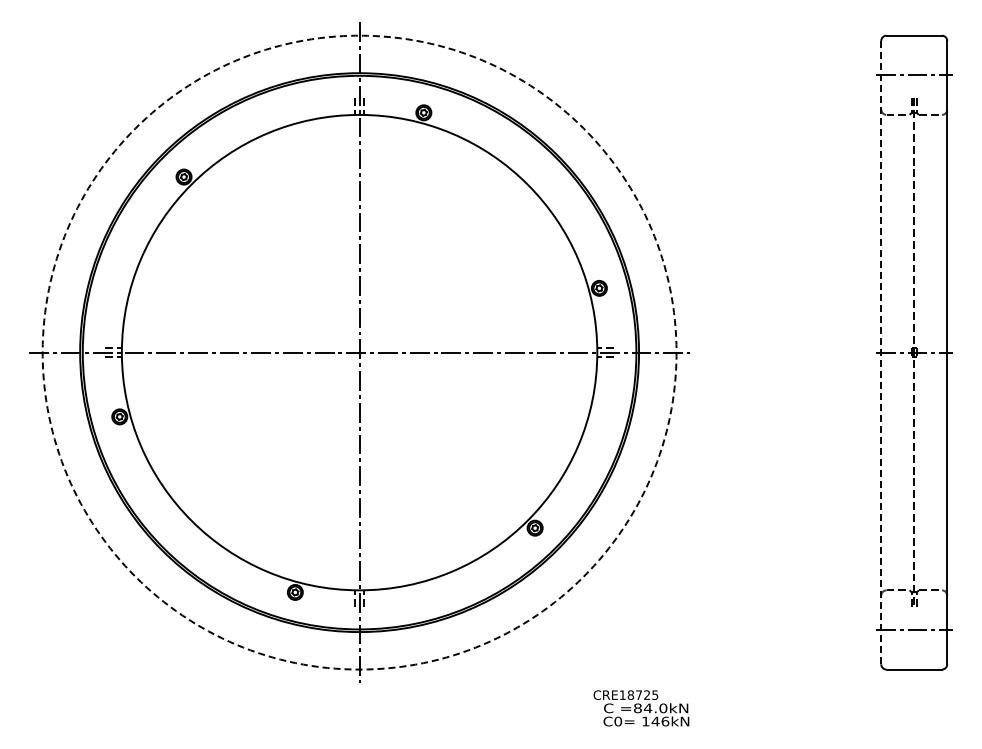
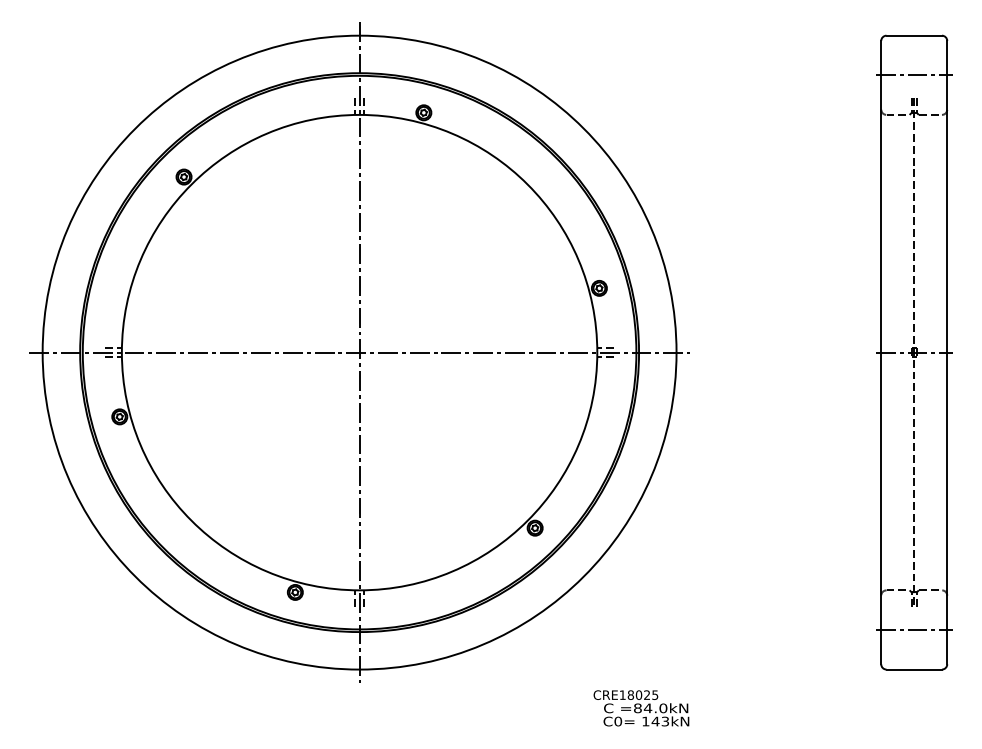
circle at (359, 352): dashed -> solid
line at (881, 352): dashed -> solid
text at (638, 694): CRE18725 -> CRE18025
text at (665, 721): 146kN -> 143kN
